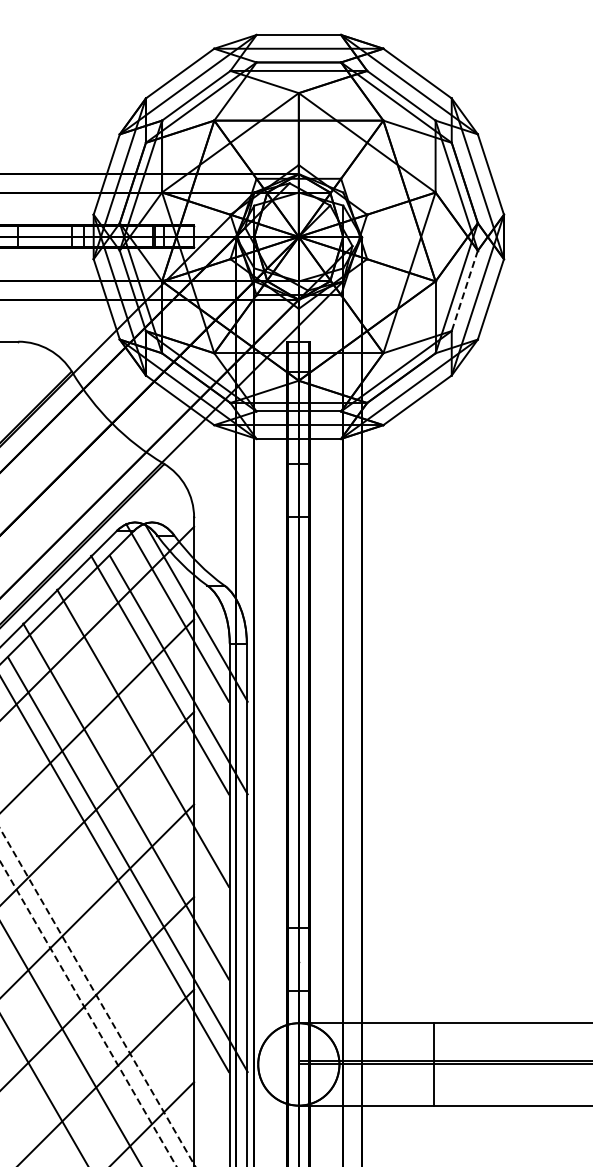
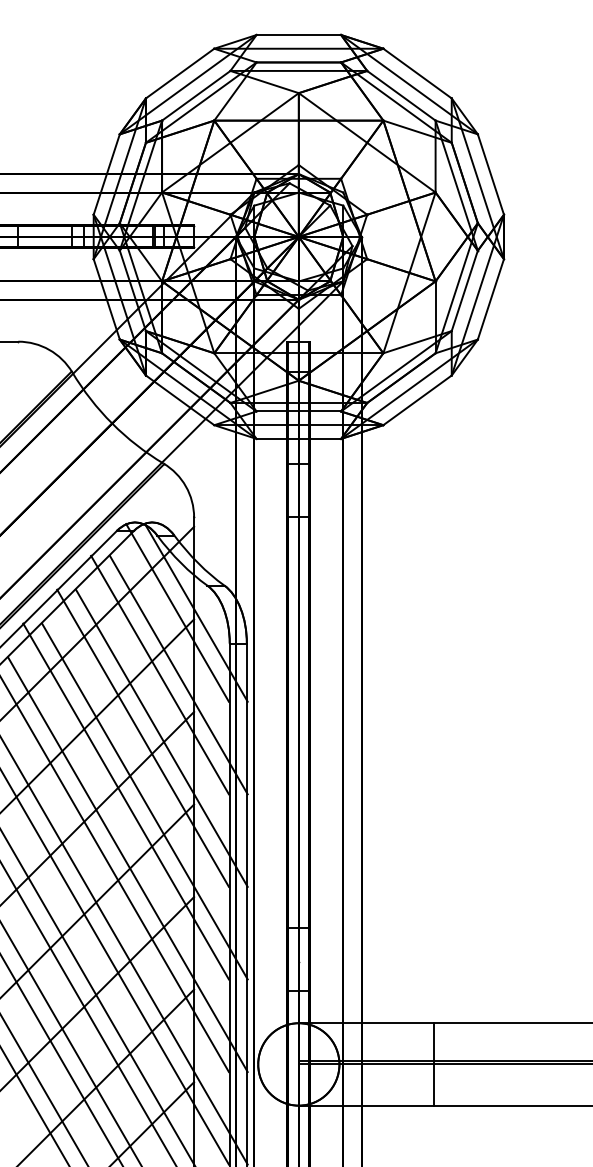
line at (464, 291): dashed -> solid
line at (161, 737): none -> present
line at (144, 801): none -> present
line at (124, 951): none -> present
line at (115, 967): none -> present
line at (97, 997): dashed -> solid
line at (88, 1014): dashed -> solid
line at (61, 1060): none -> present
line at (34, 1106): none -> present
